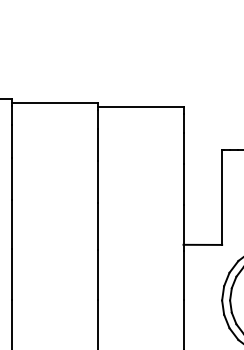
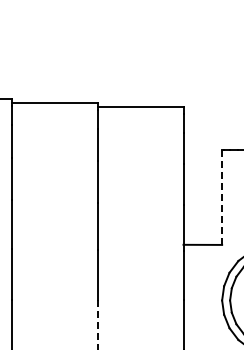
line at (222, 197): solid -> dashed
line at (97, 324): solid -> dashed
